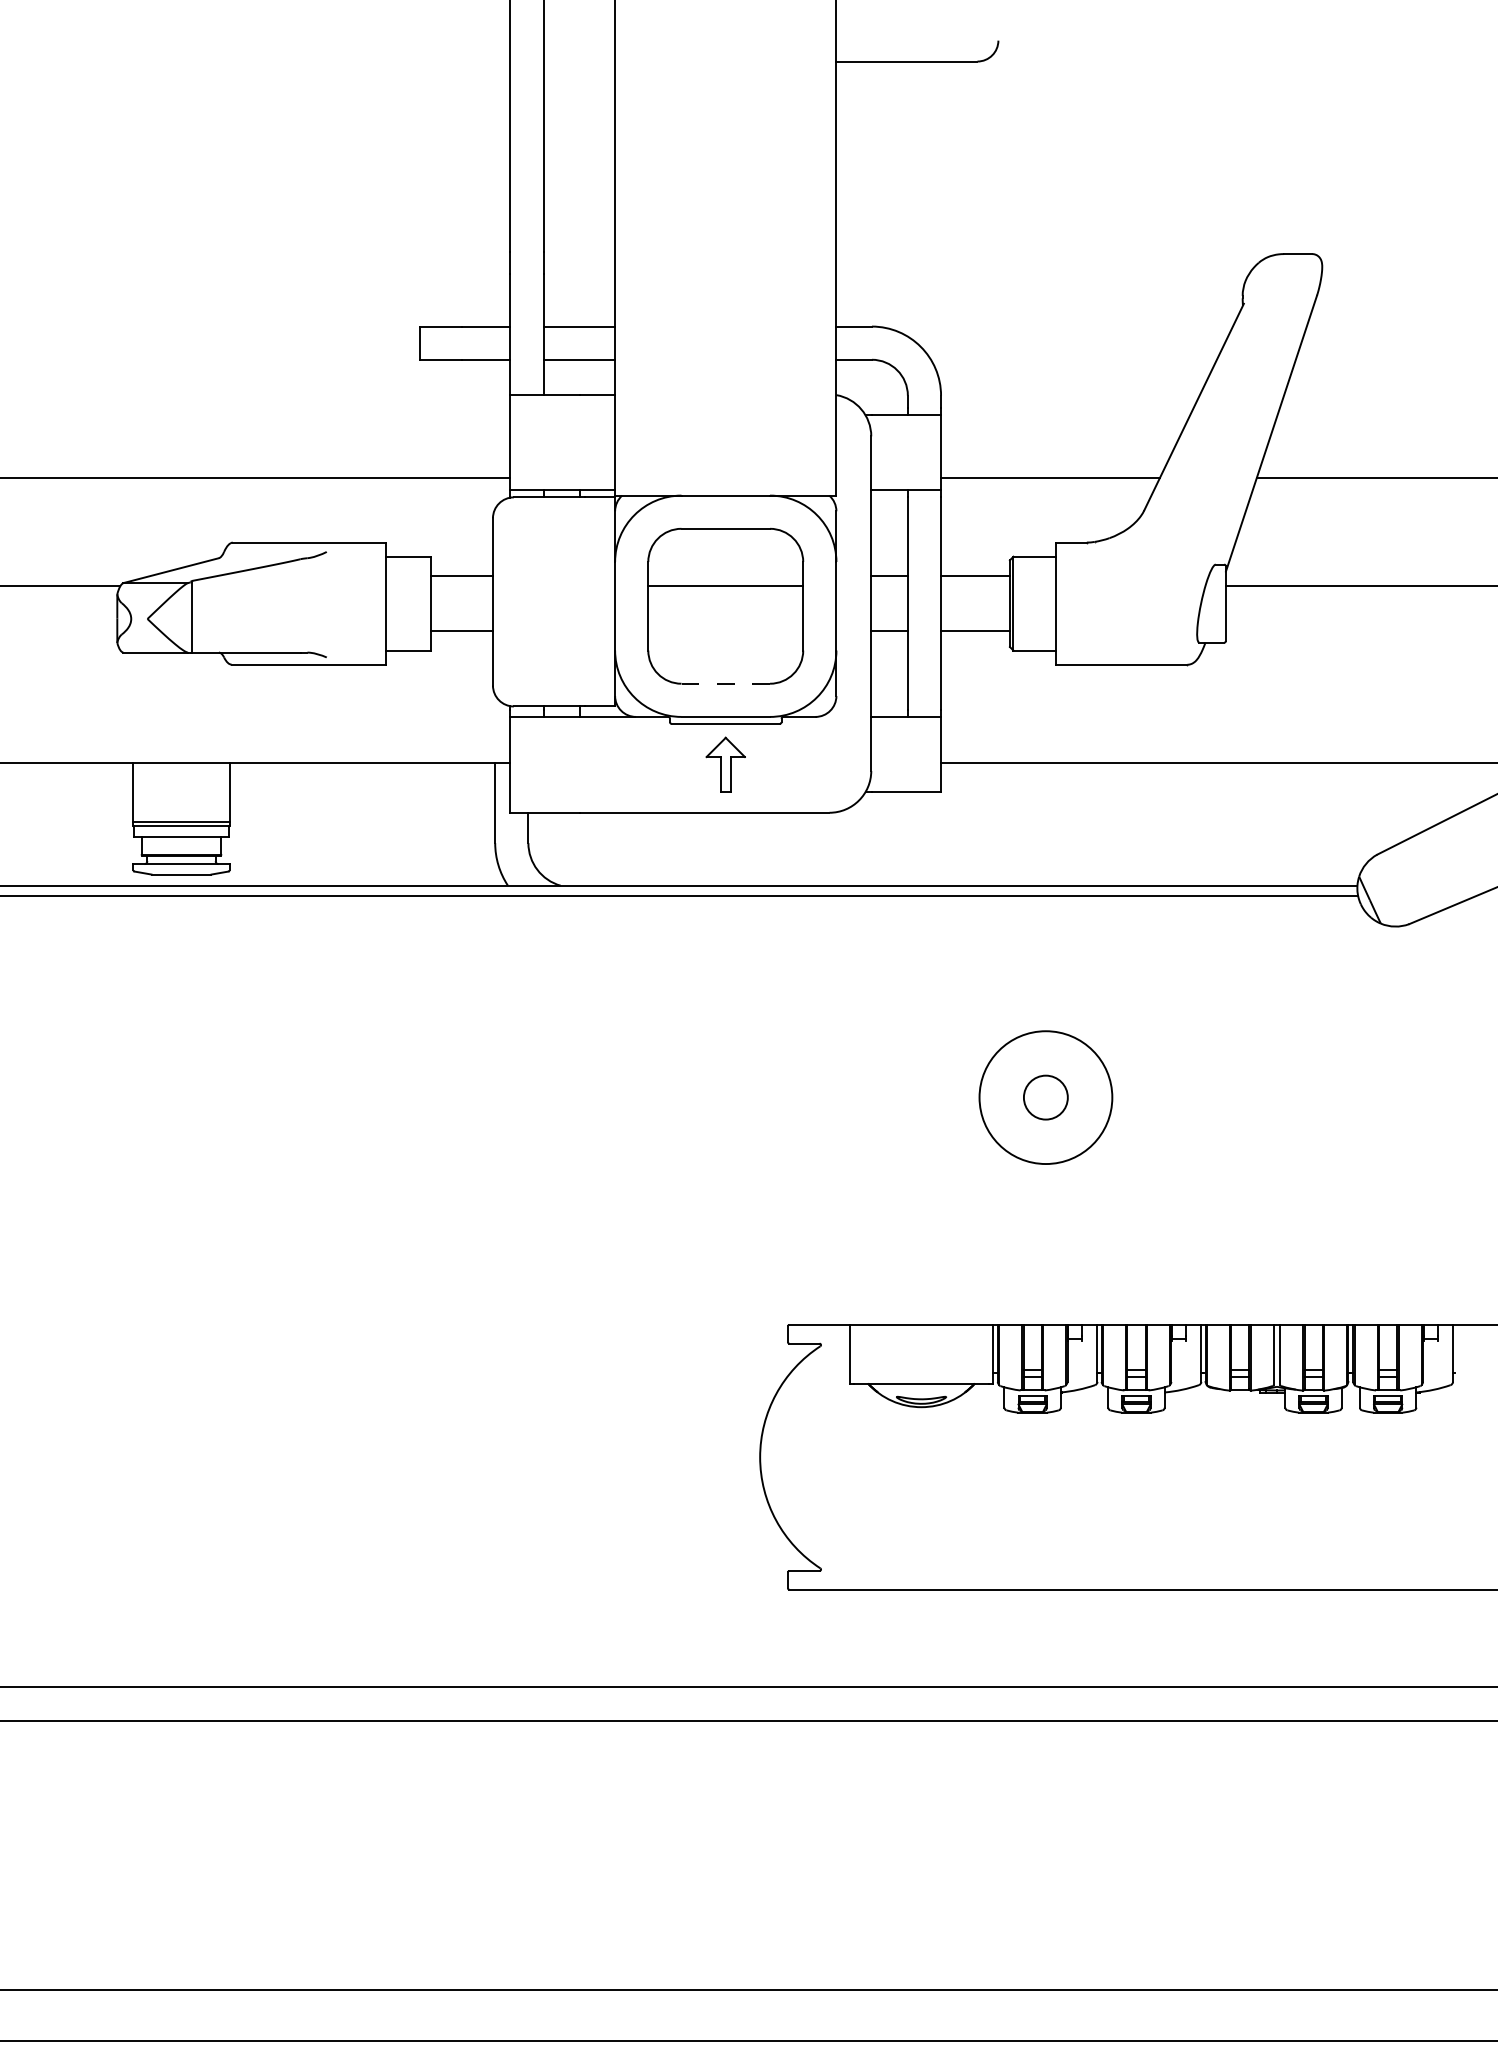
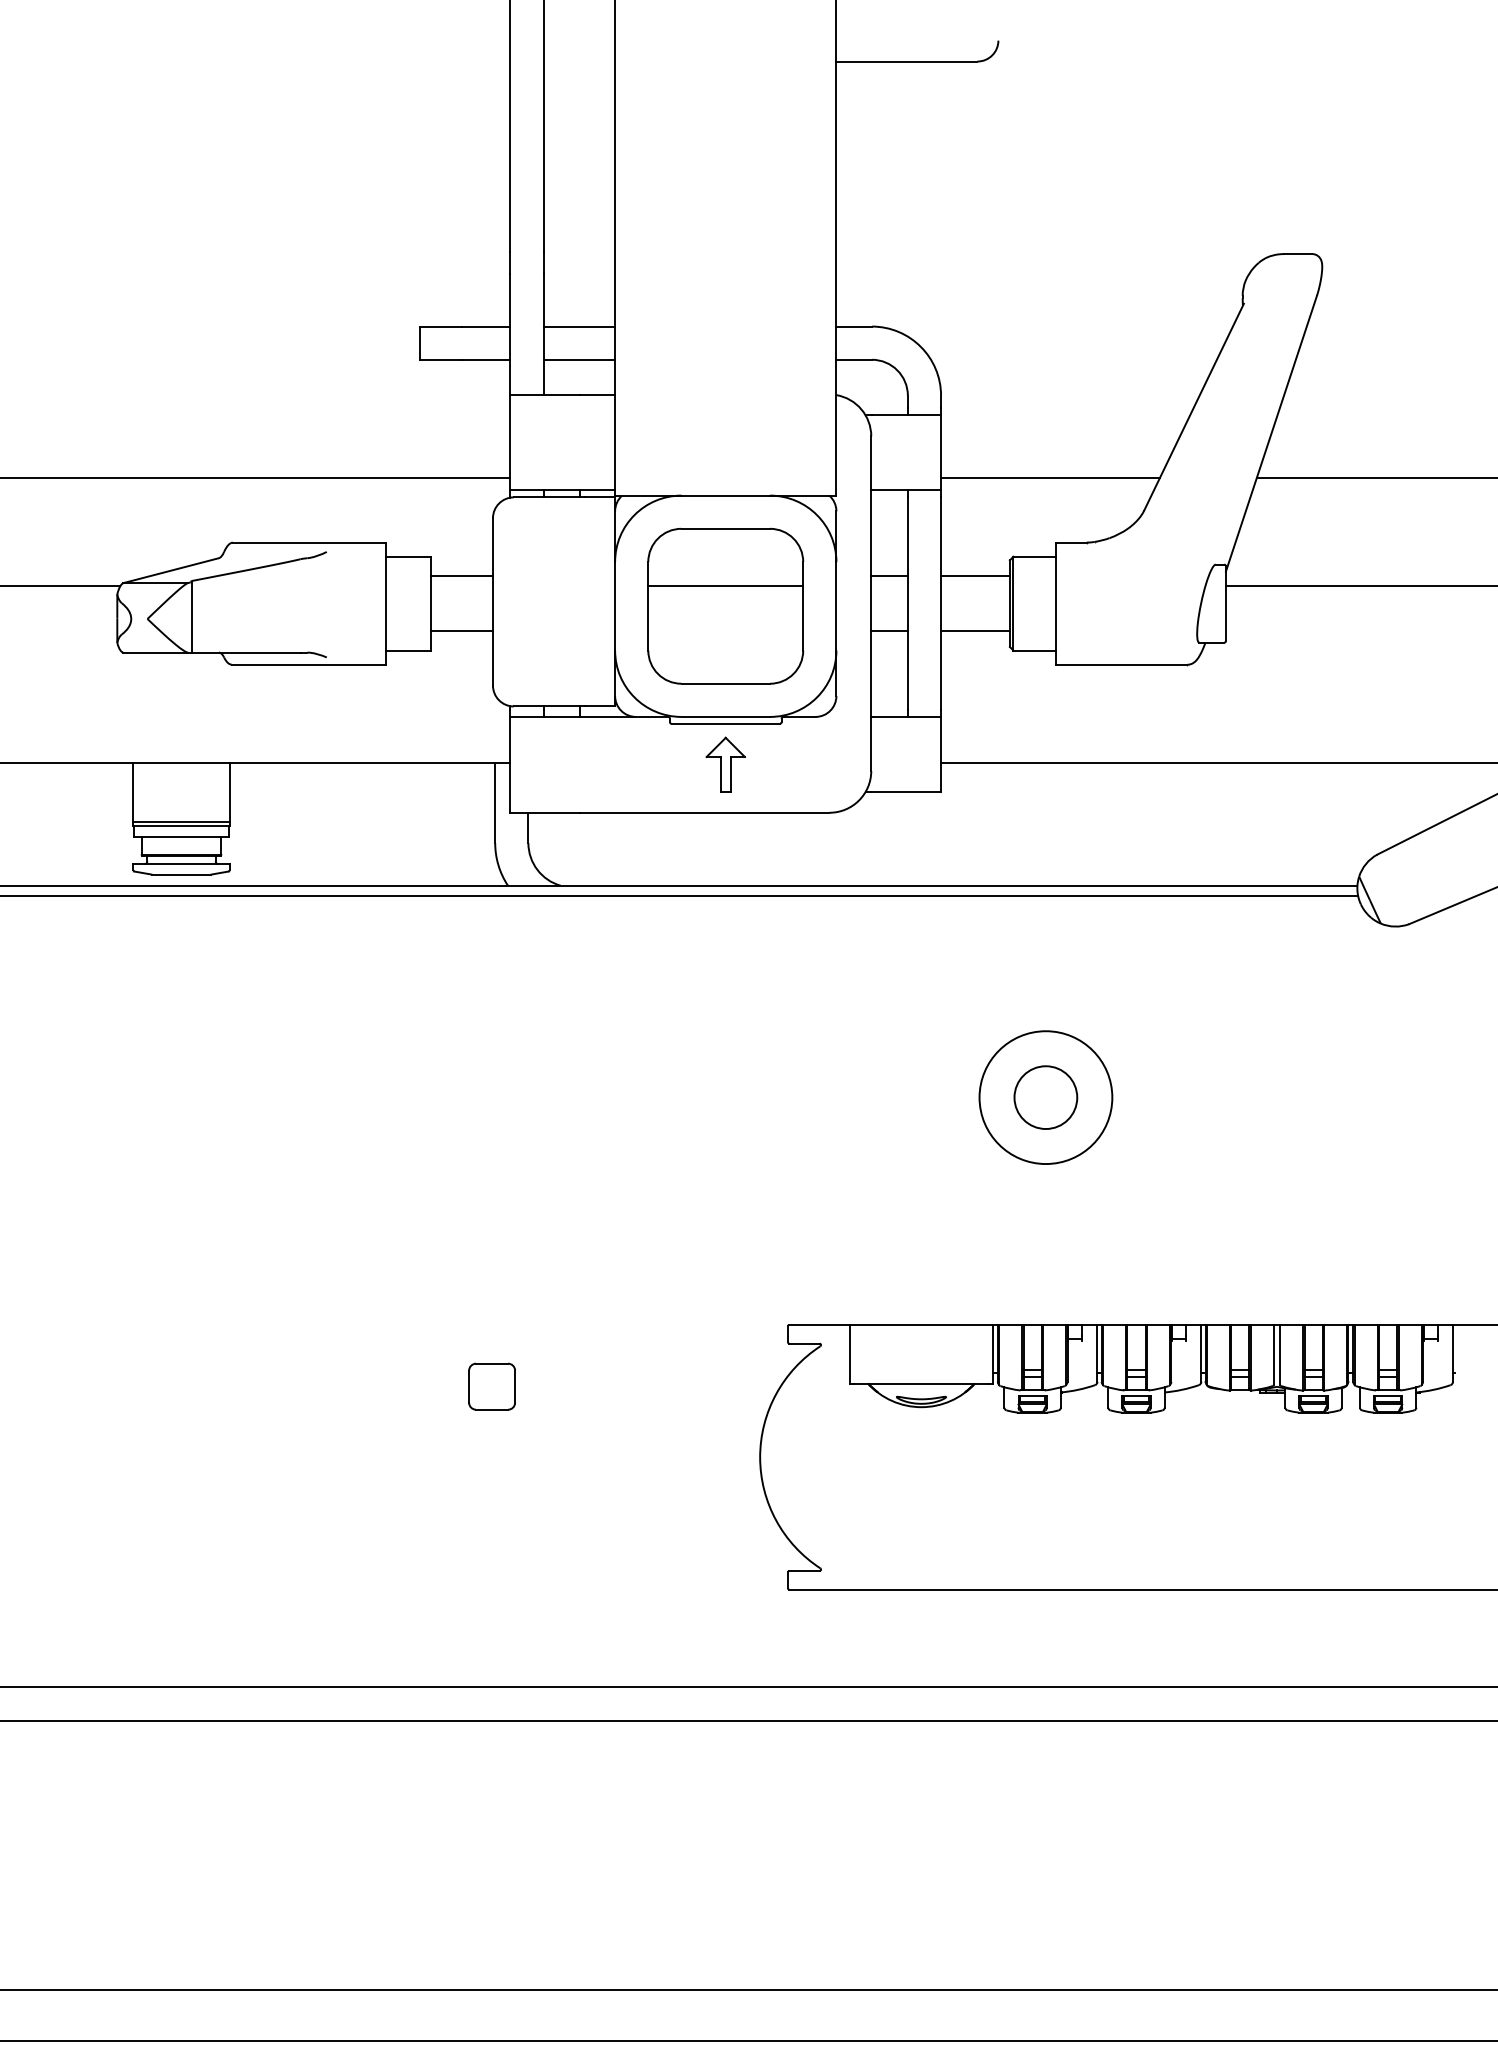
line at (725, 683): dashed -> solid
circle at (1045, 1097) diameter: 44 px -> 63 px
part at (491, 1386): none -> present
